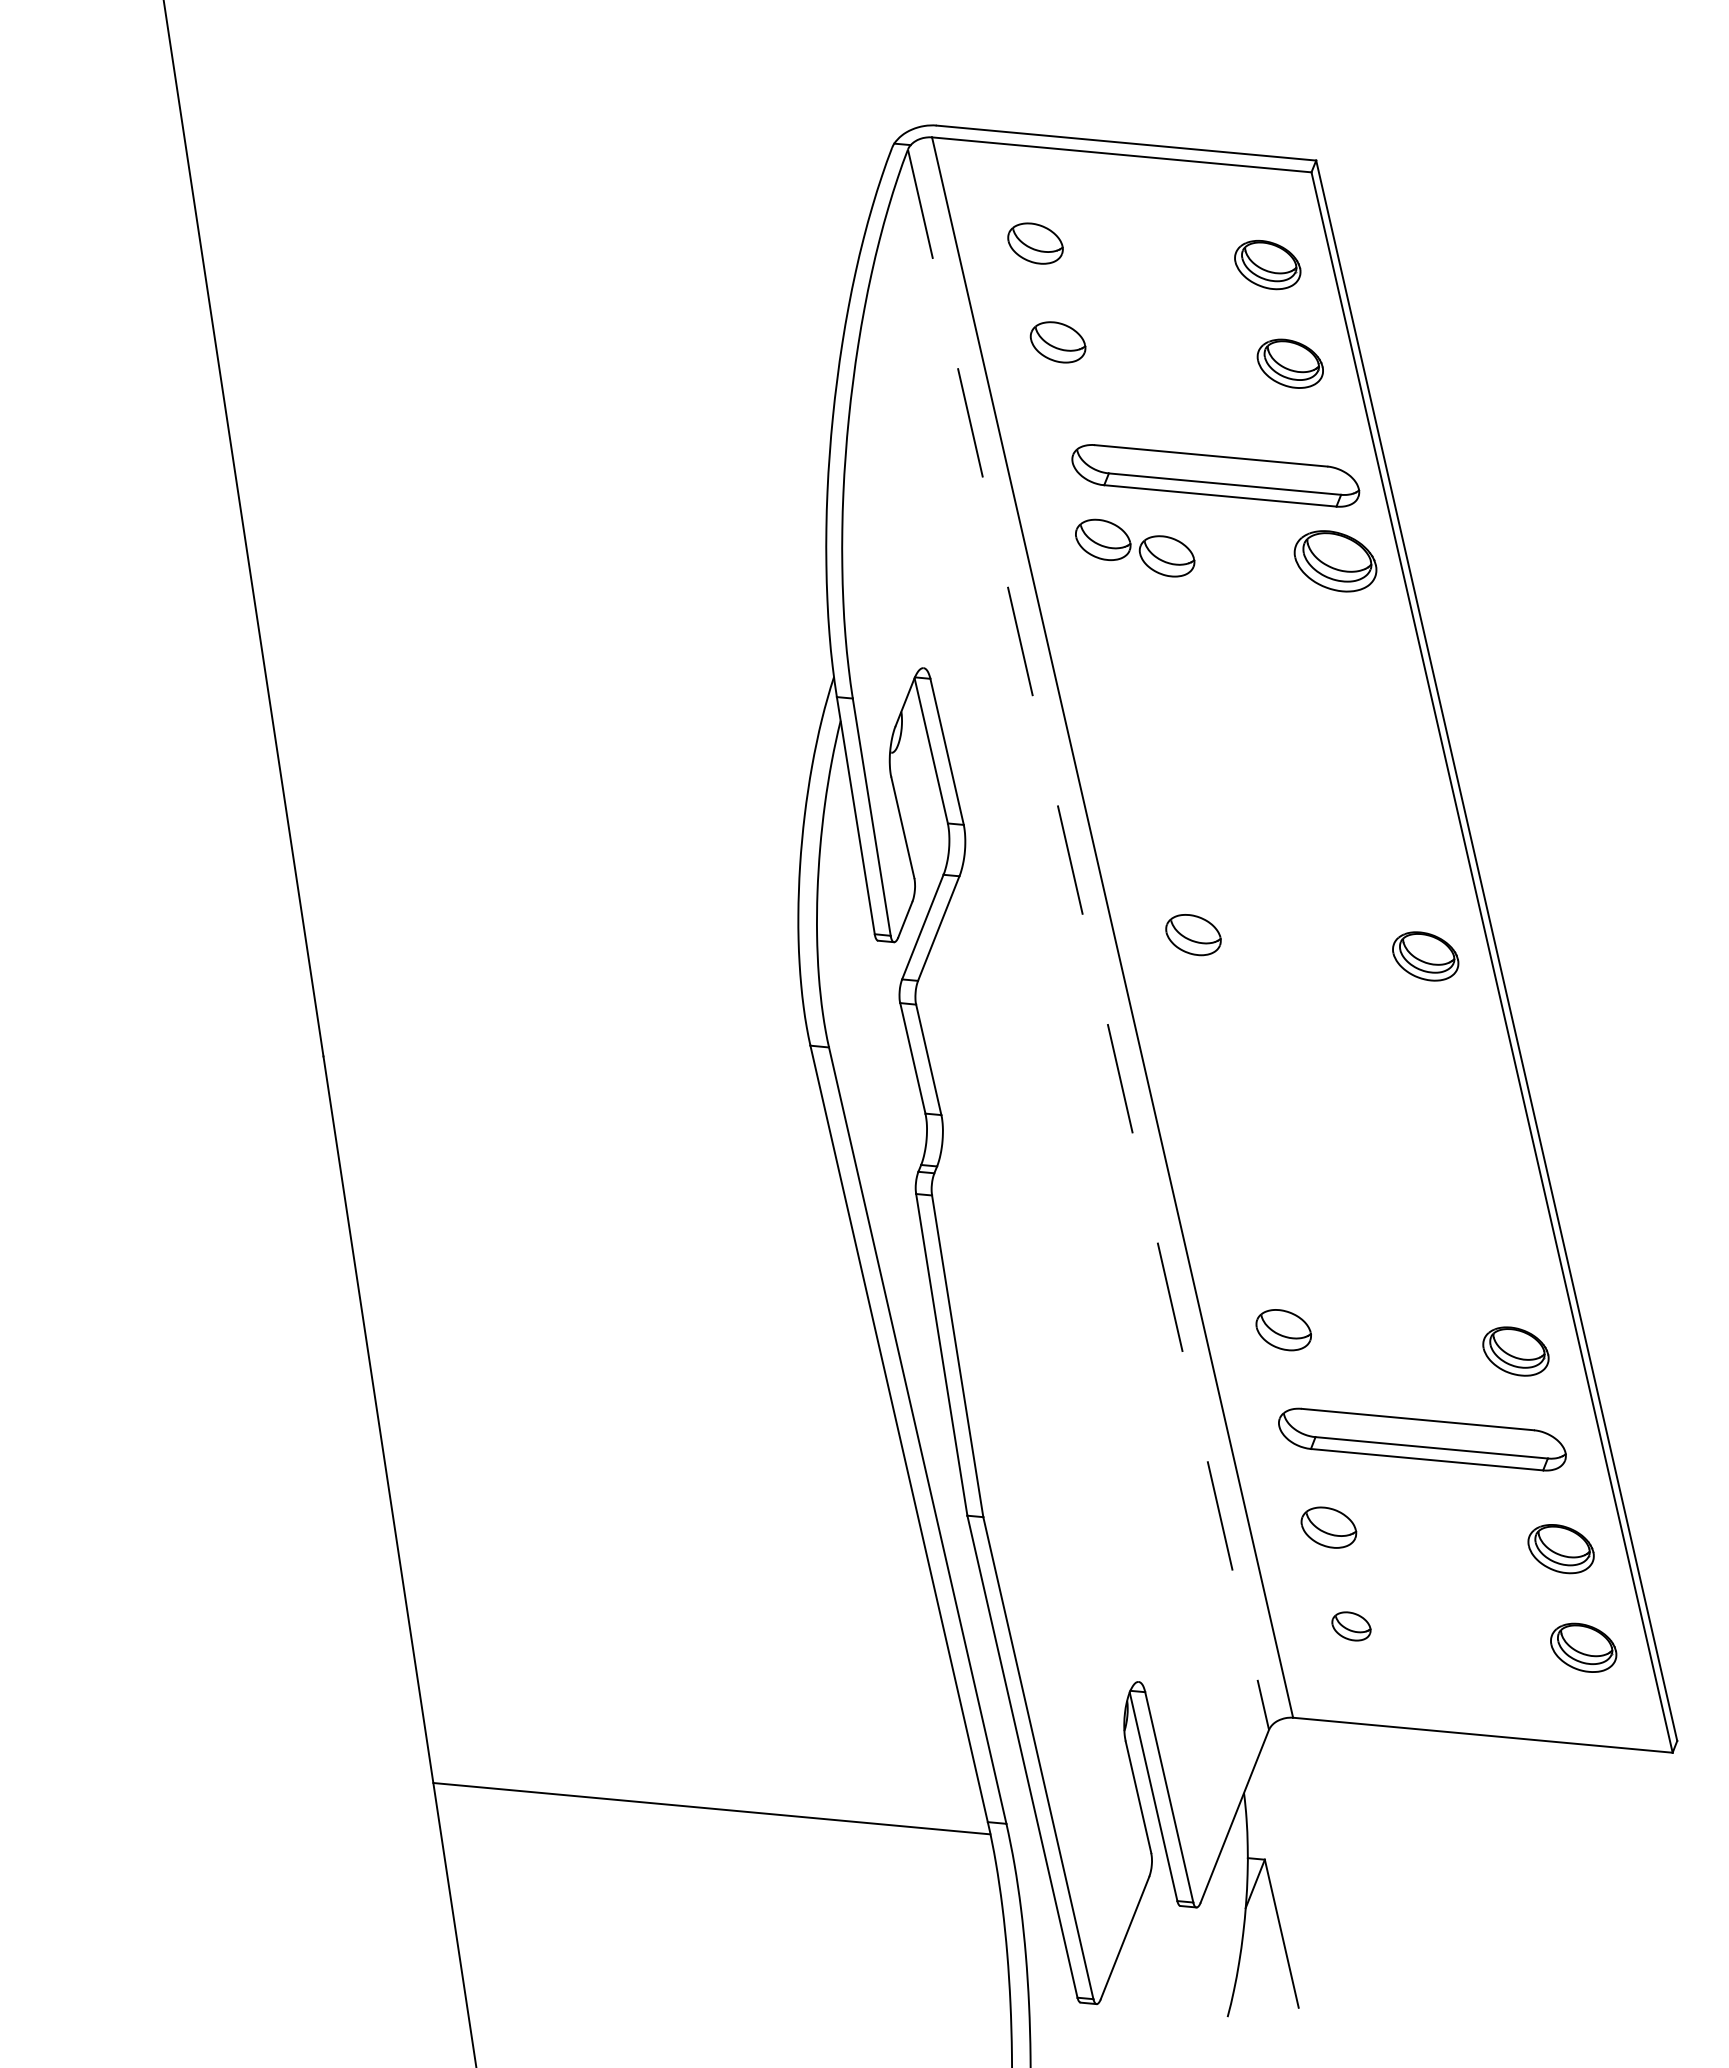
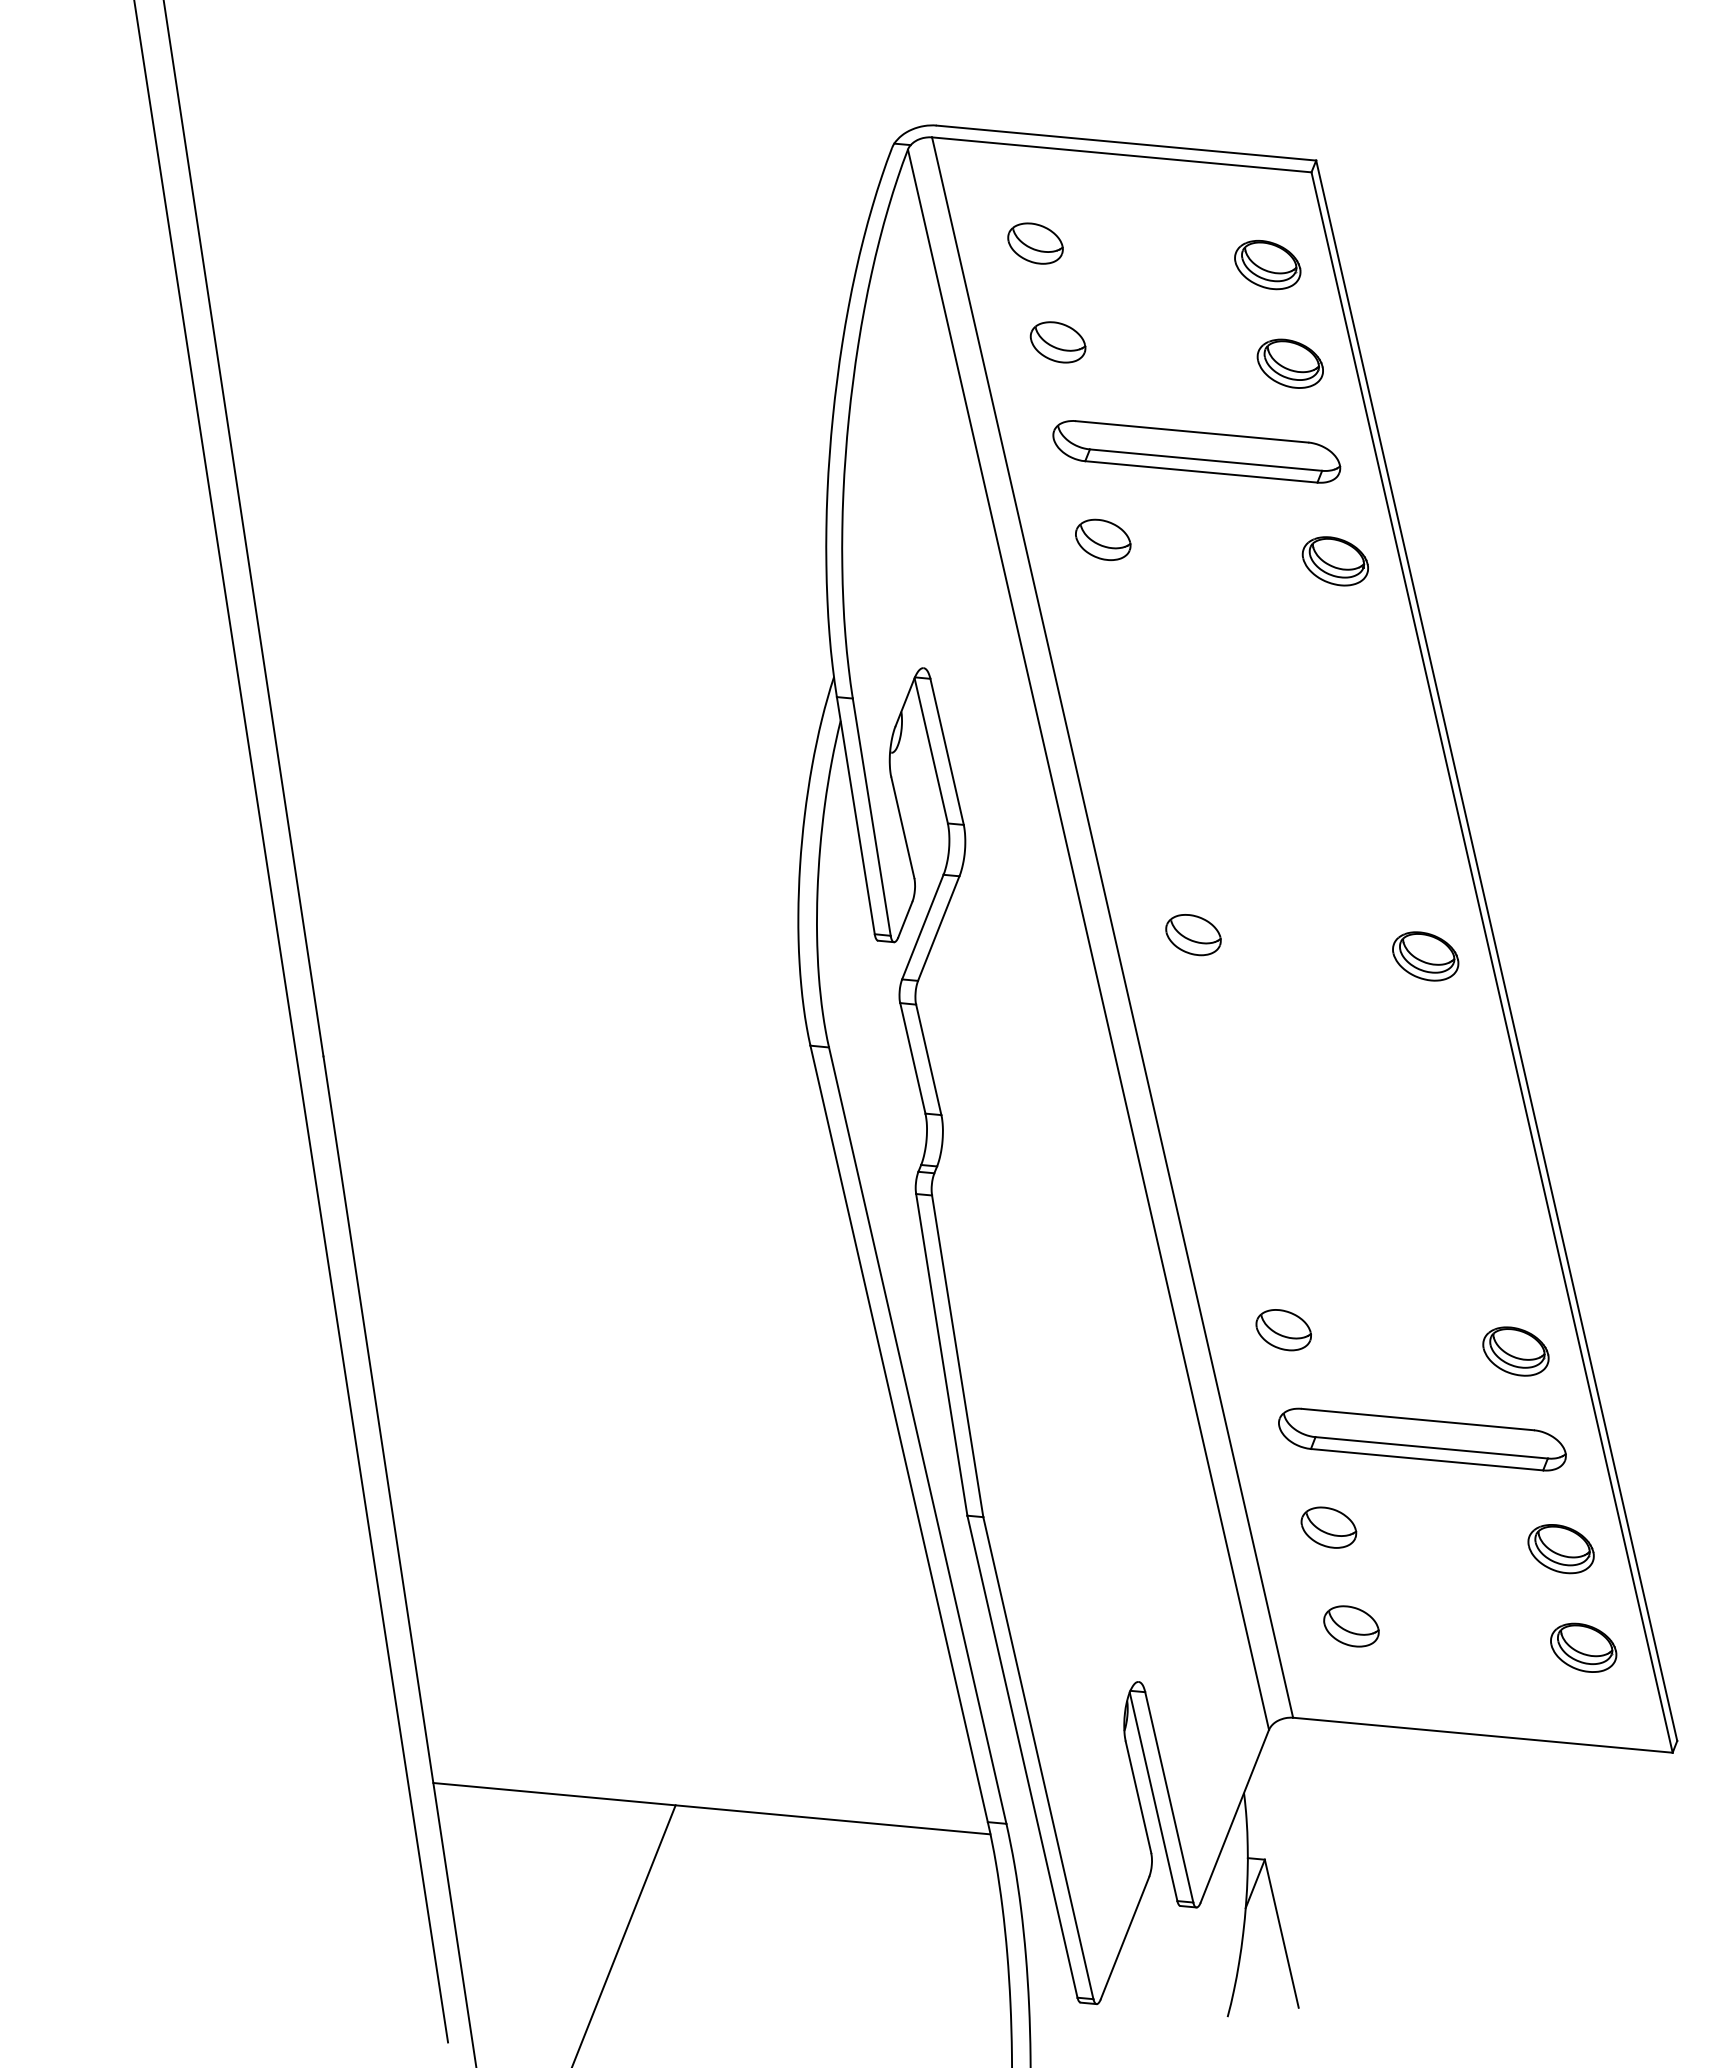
part at (1215, 475) position: (1215, 475) -> (1196, 451)
part at (1166, 556): present -> none
part at (1335, 561) size: 85x63 px -> 68x51 px
line at (1088, 940): dashed -> solid
line at (291, 1022): none -> present
part at (1351, 1626) size: 41x31 px -> 57x43 px
line at (624, 1934): none -> present
